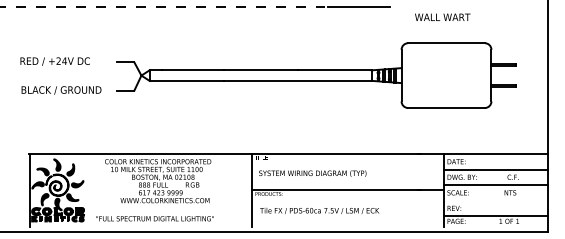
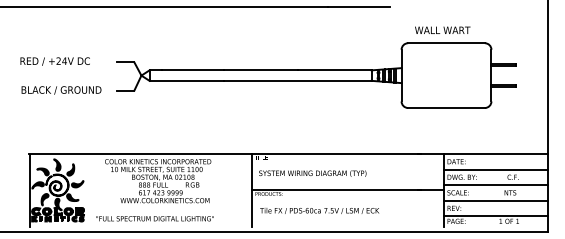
line at (164, 7): dashed -> solid
text at (442, 16) position: (442, 16) -> (442, 29)
line at (496, 200): none -> present
